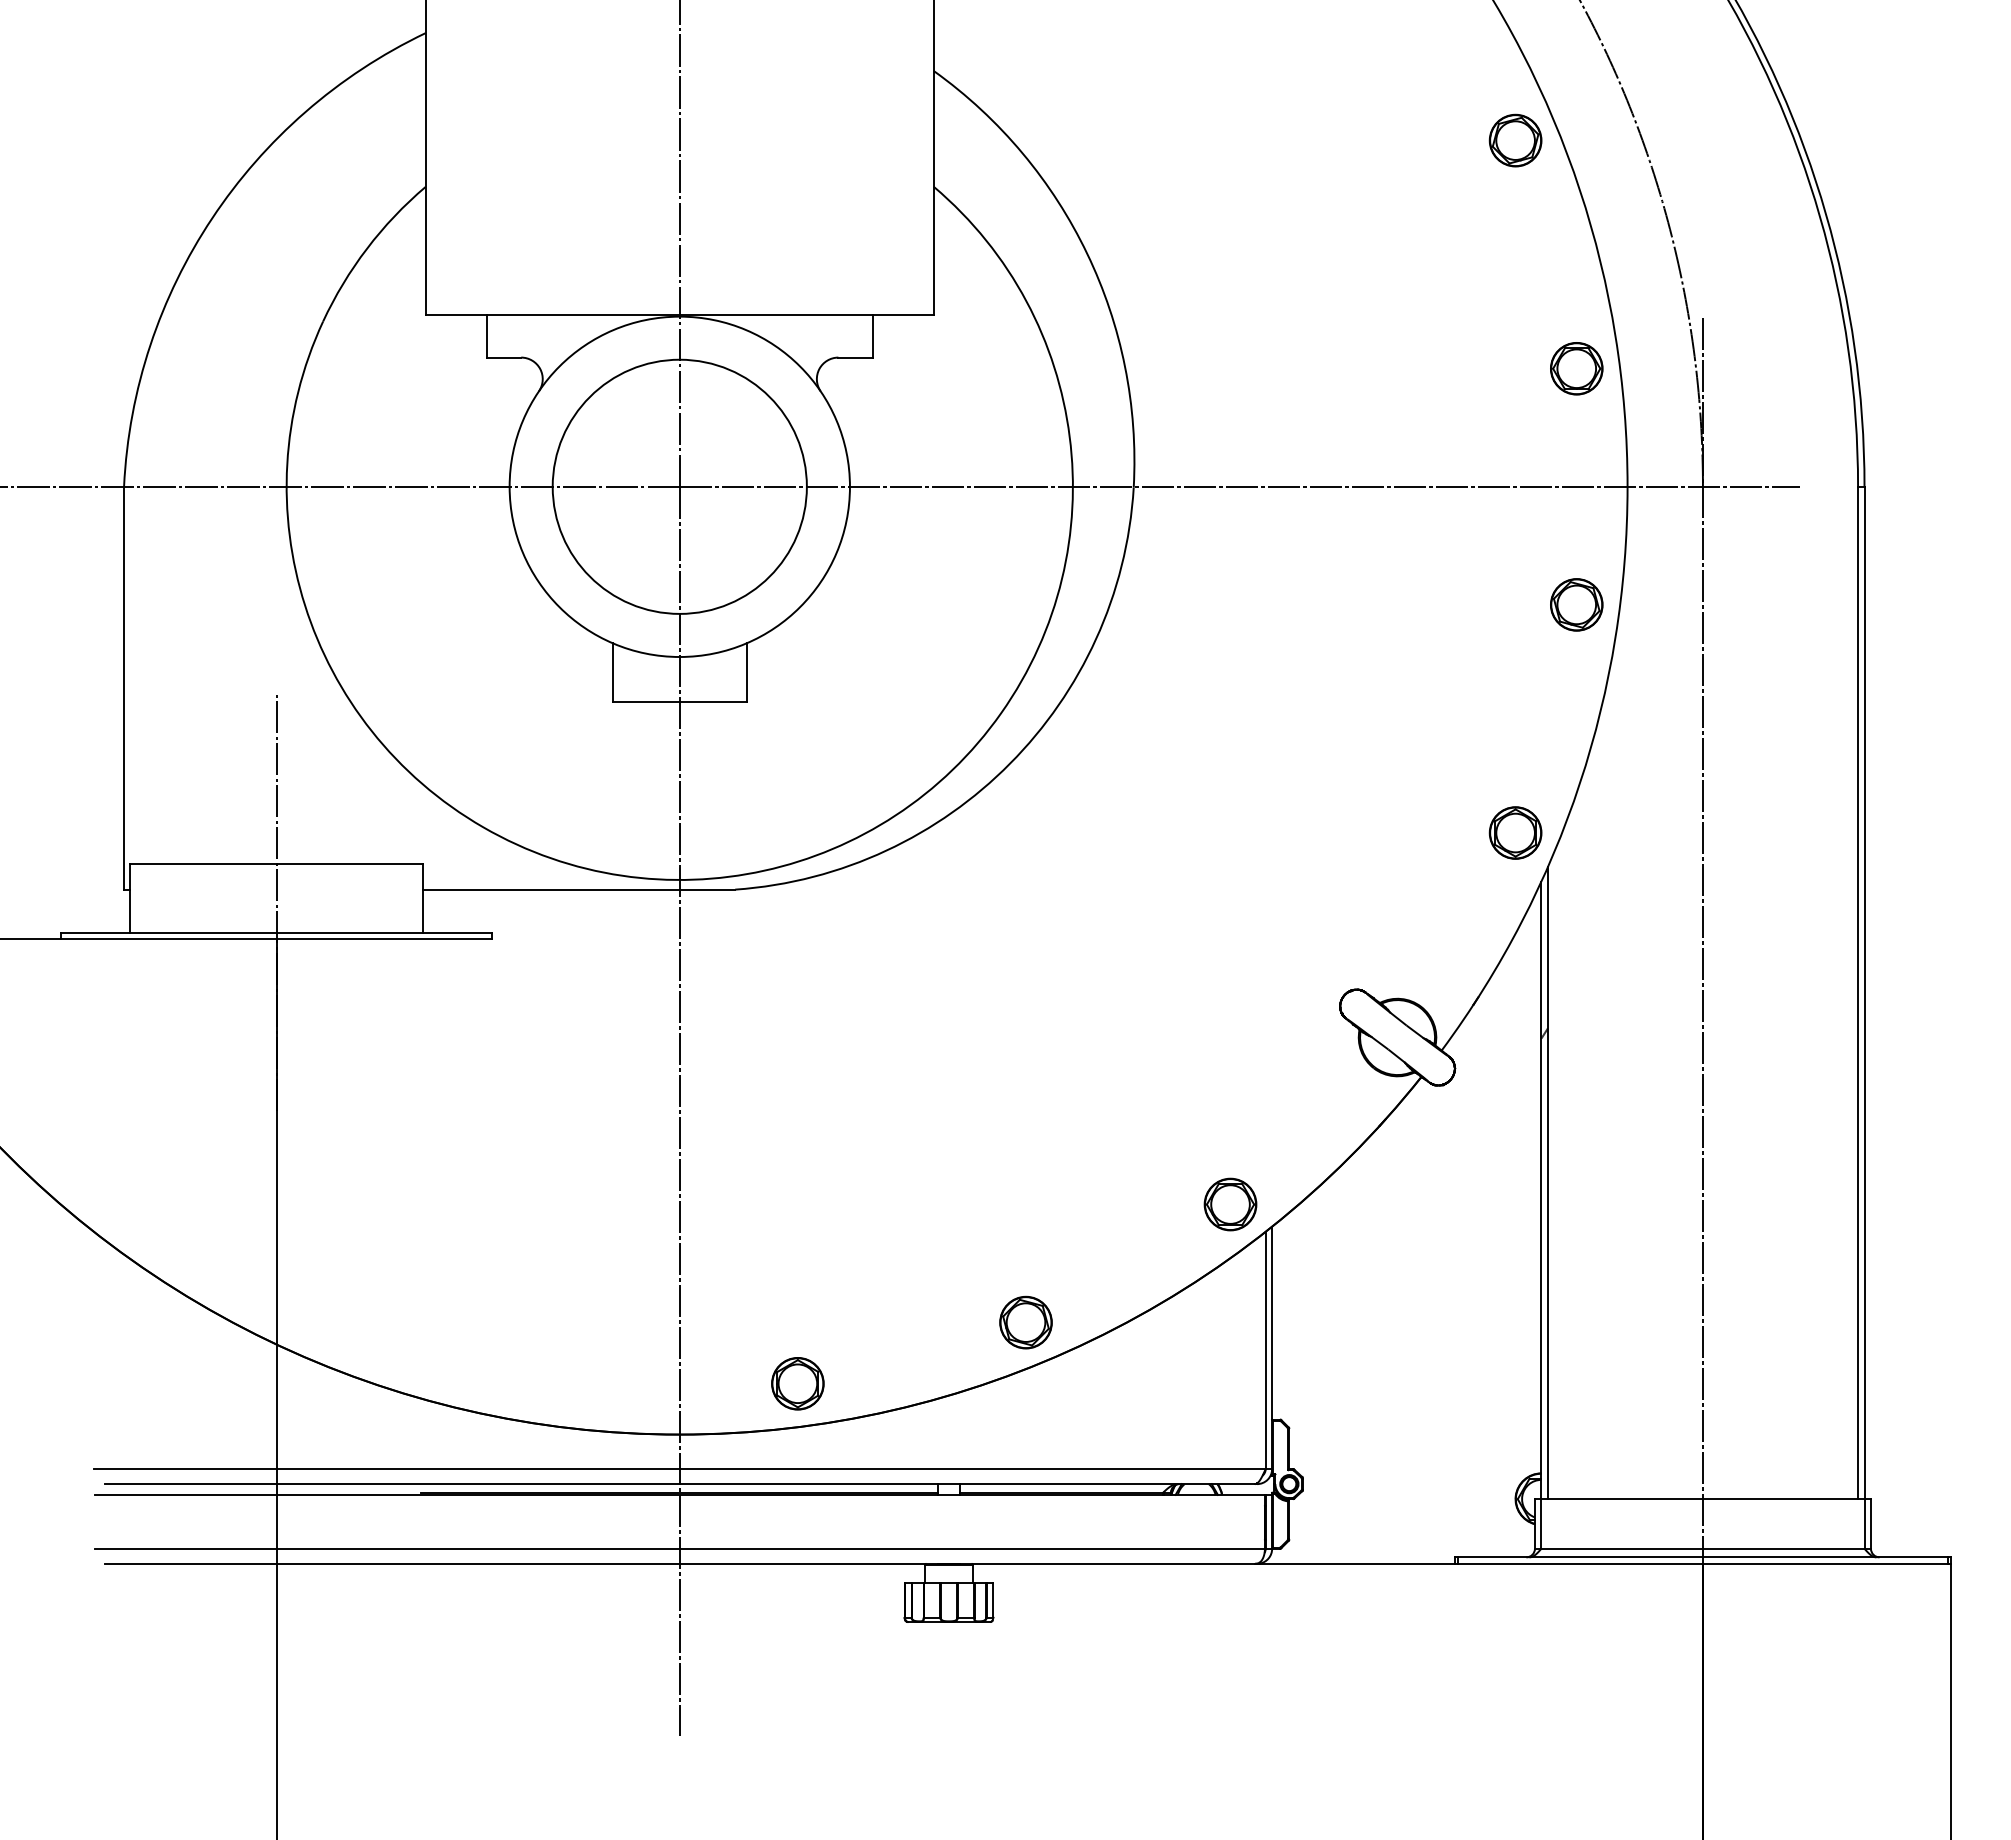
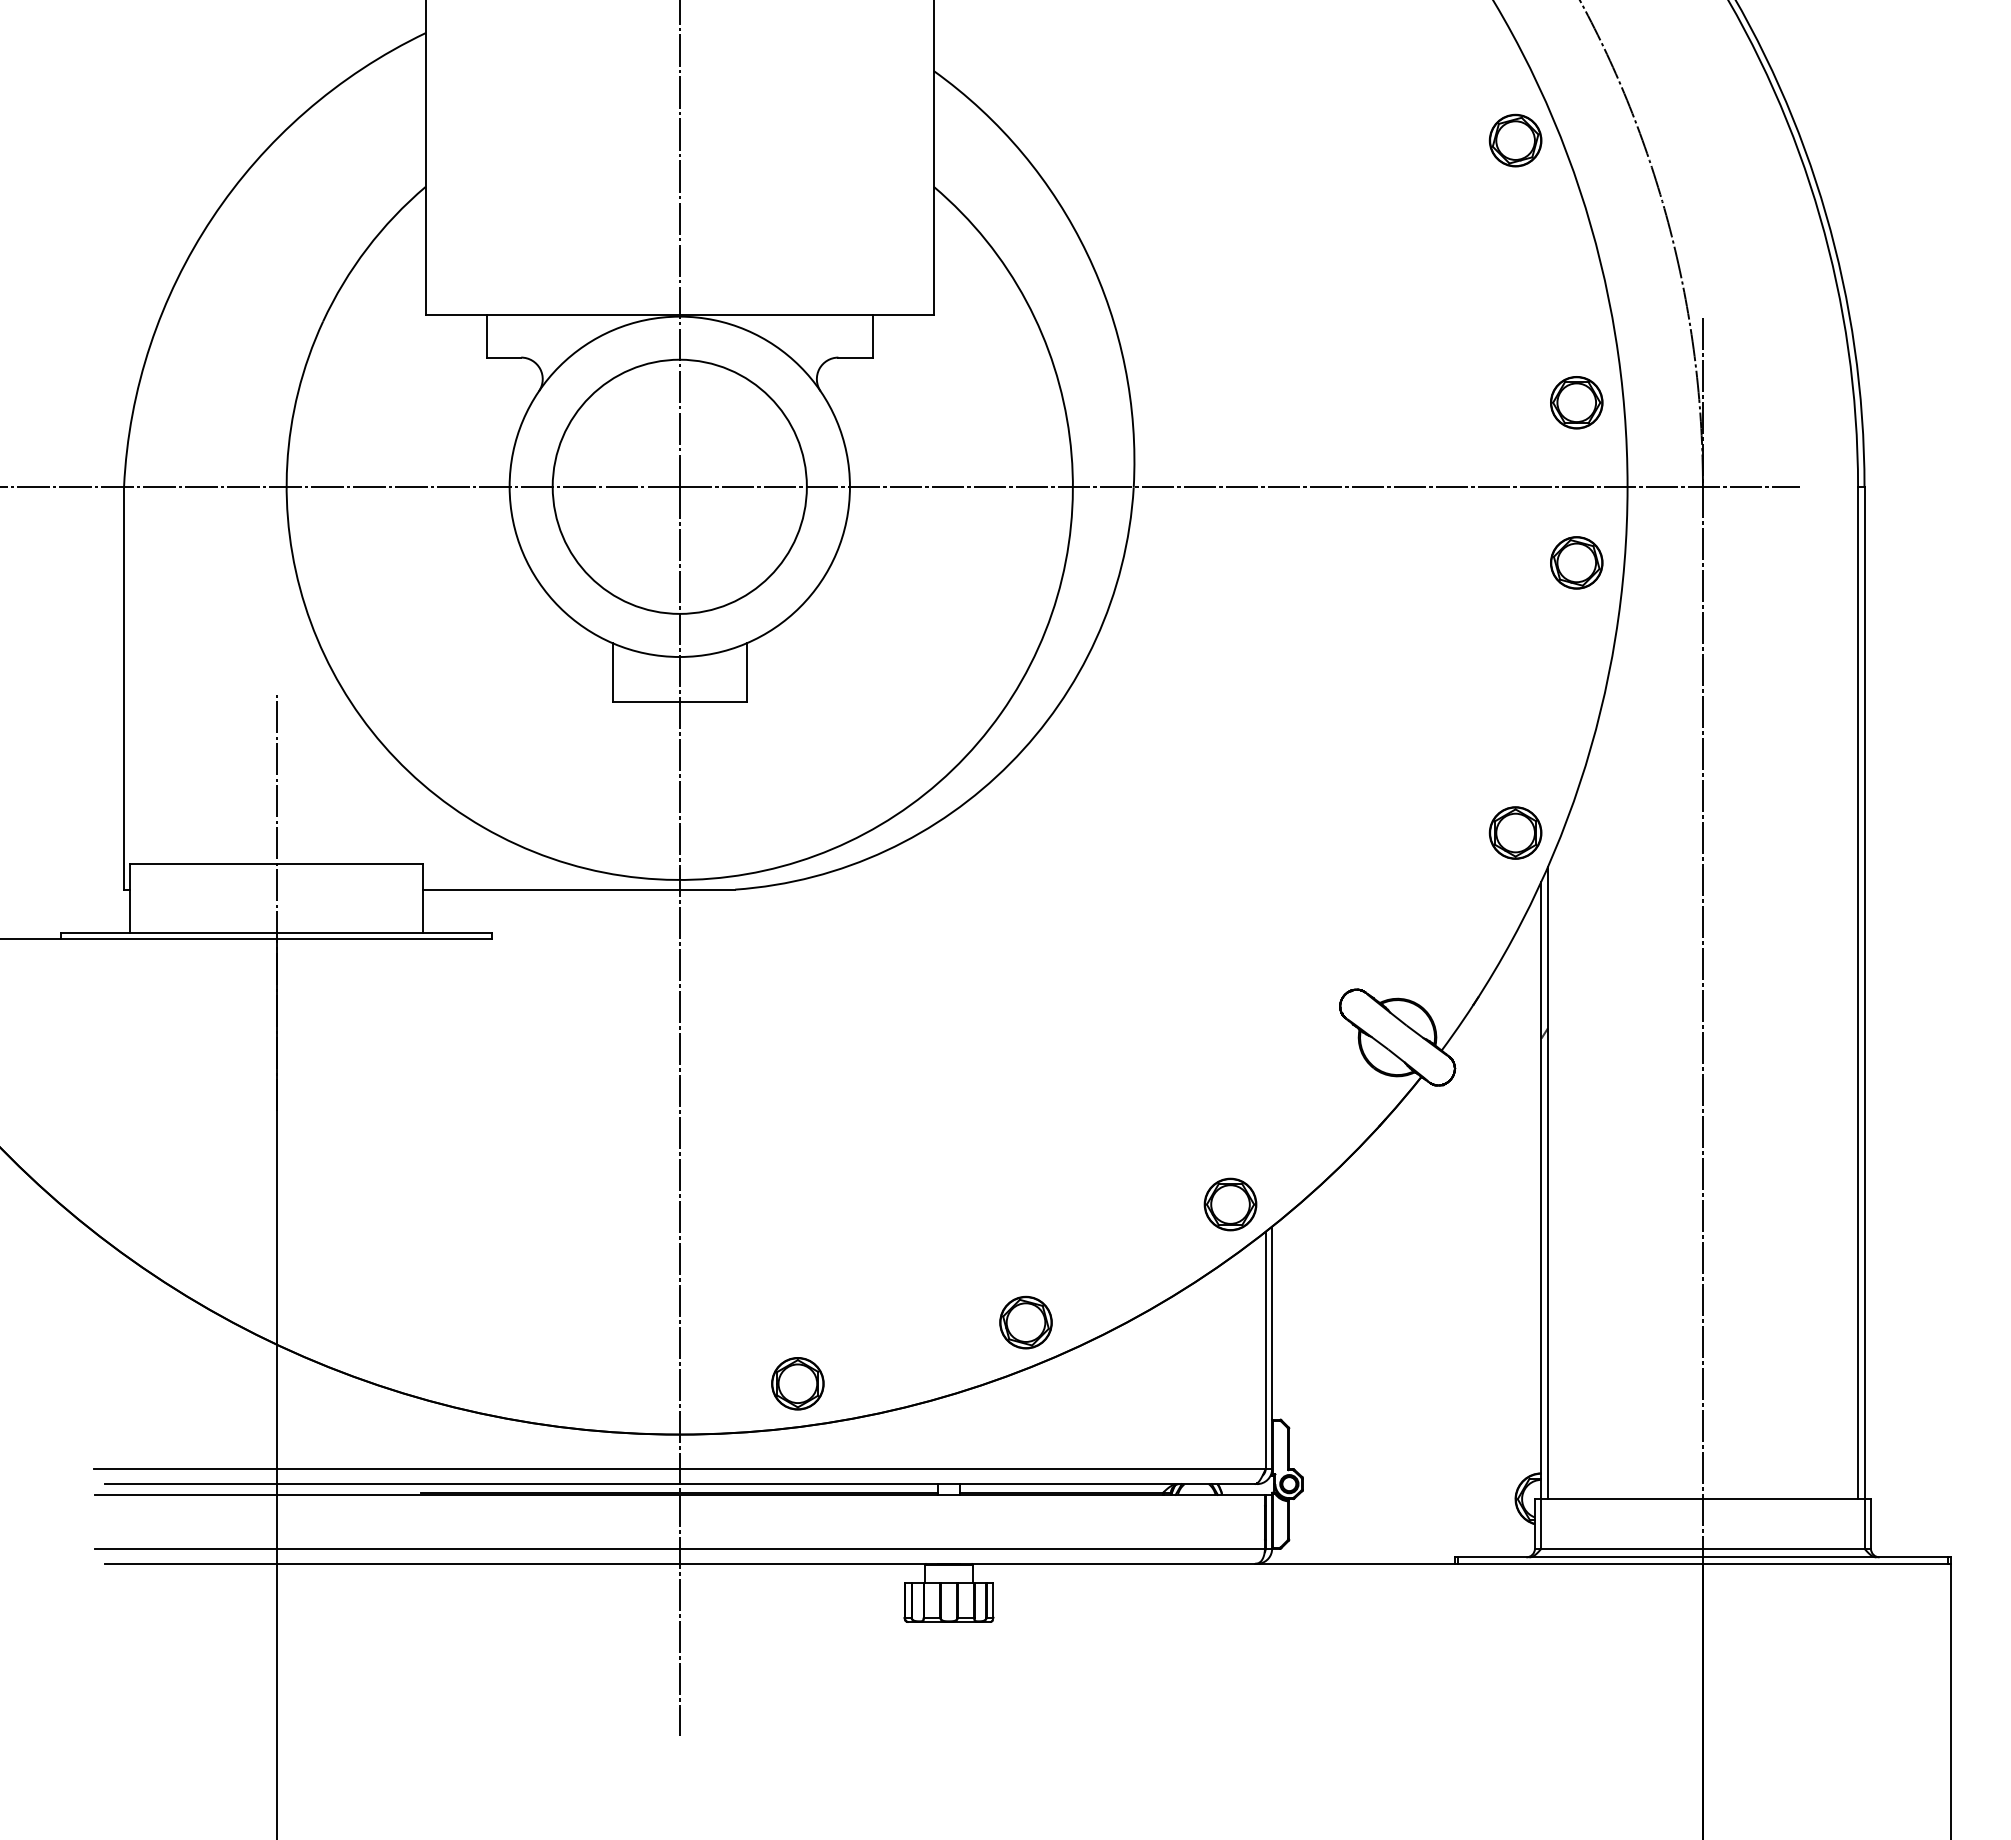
part at (1576, 368) position: (1576, 368) -> (1576, 402)
part at (1576, 604) position: (1576, 604) -> (1576, 562)
